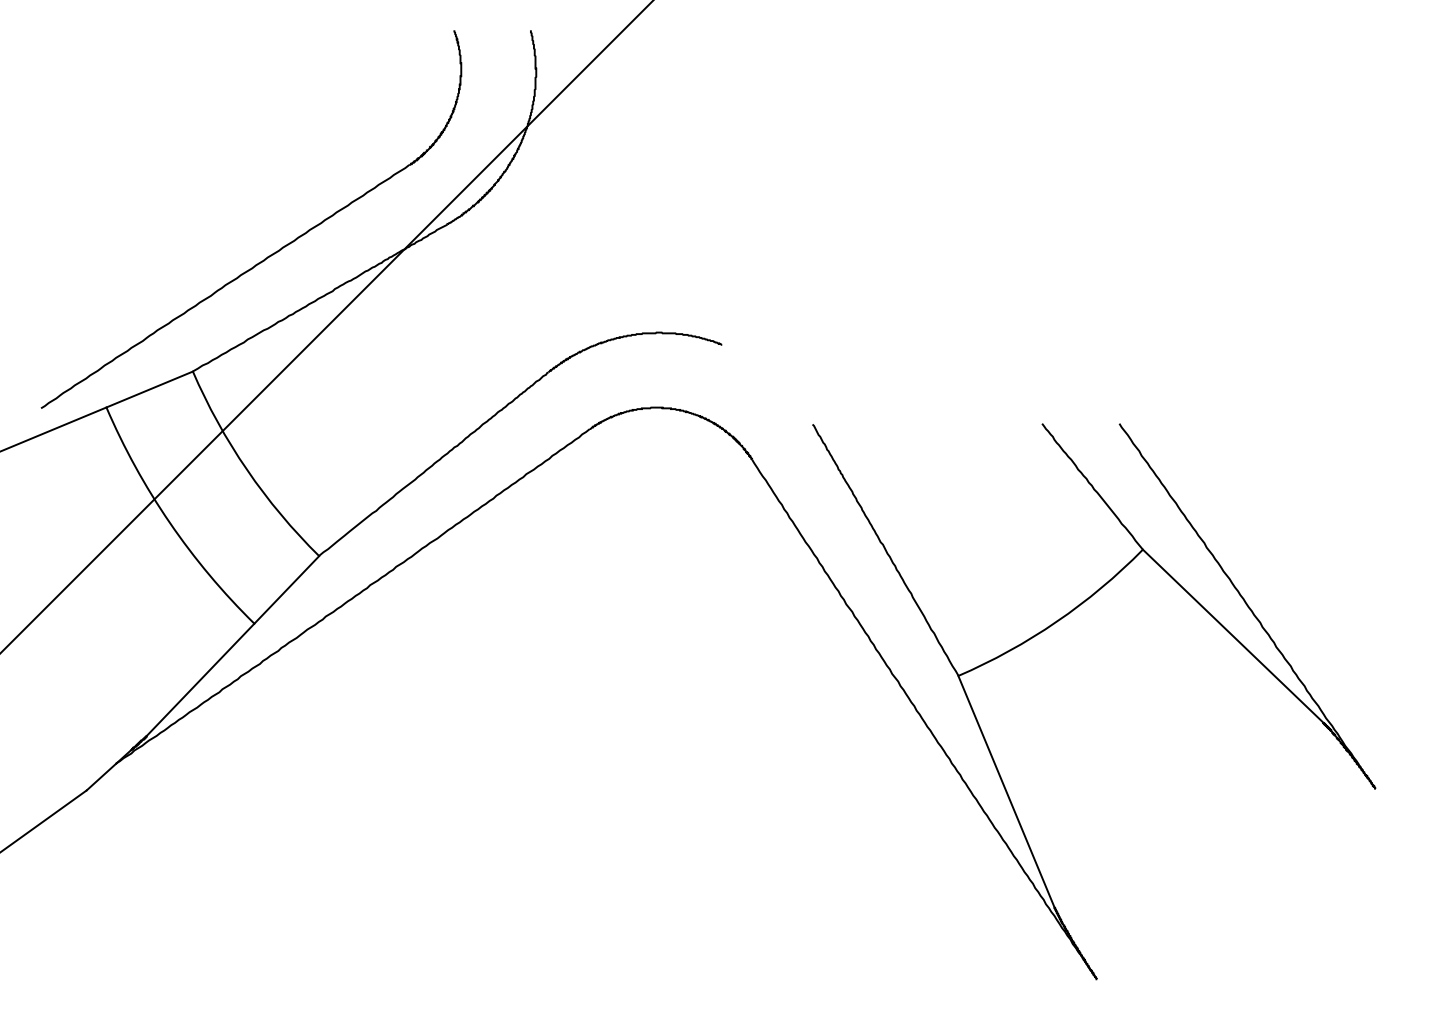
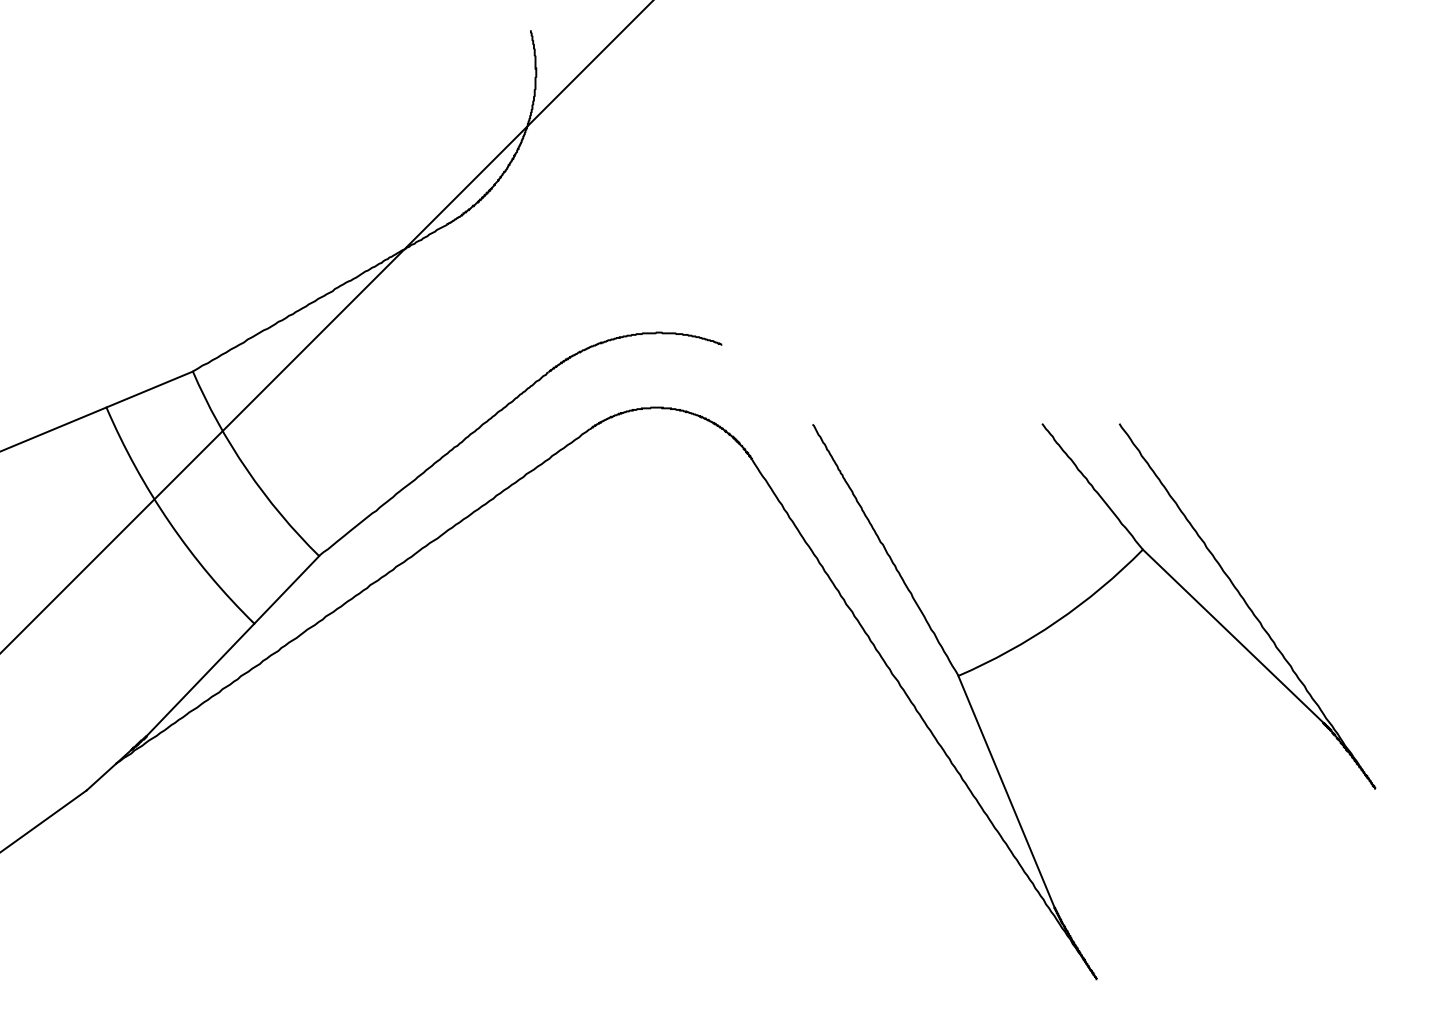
part at (270, 254): present -> none
